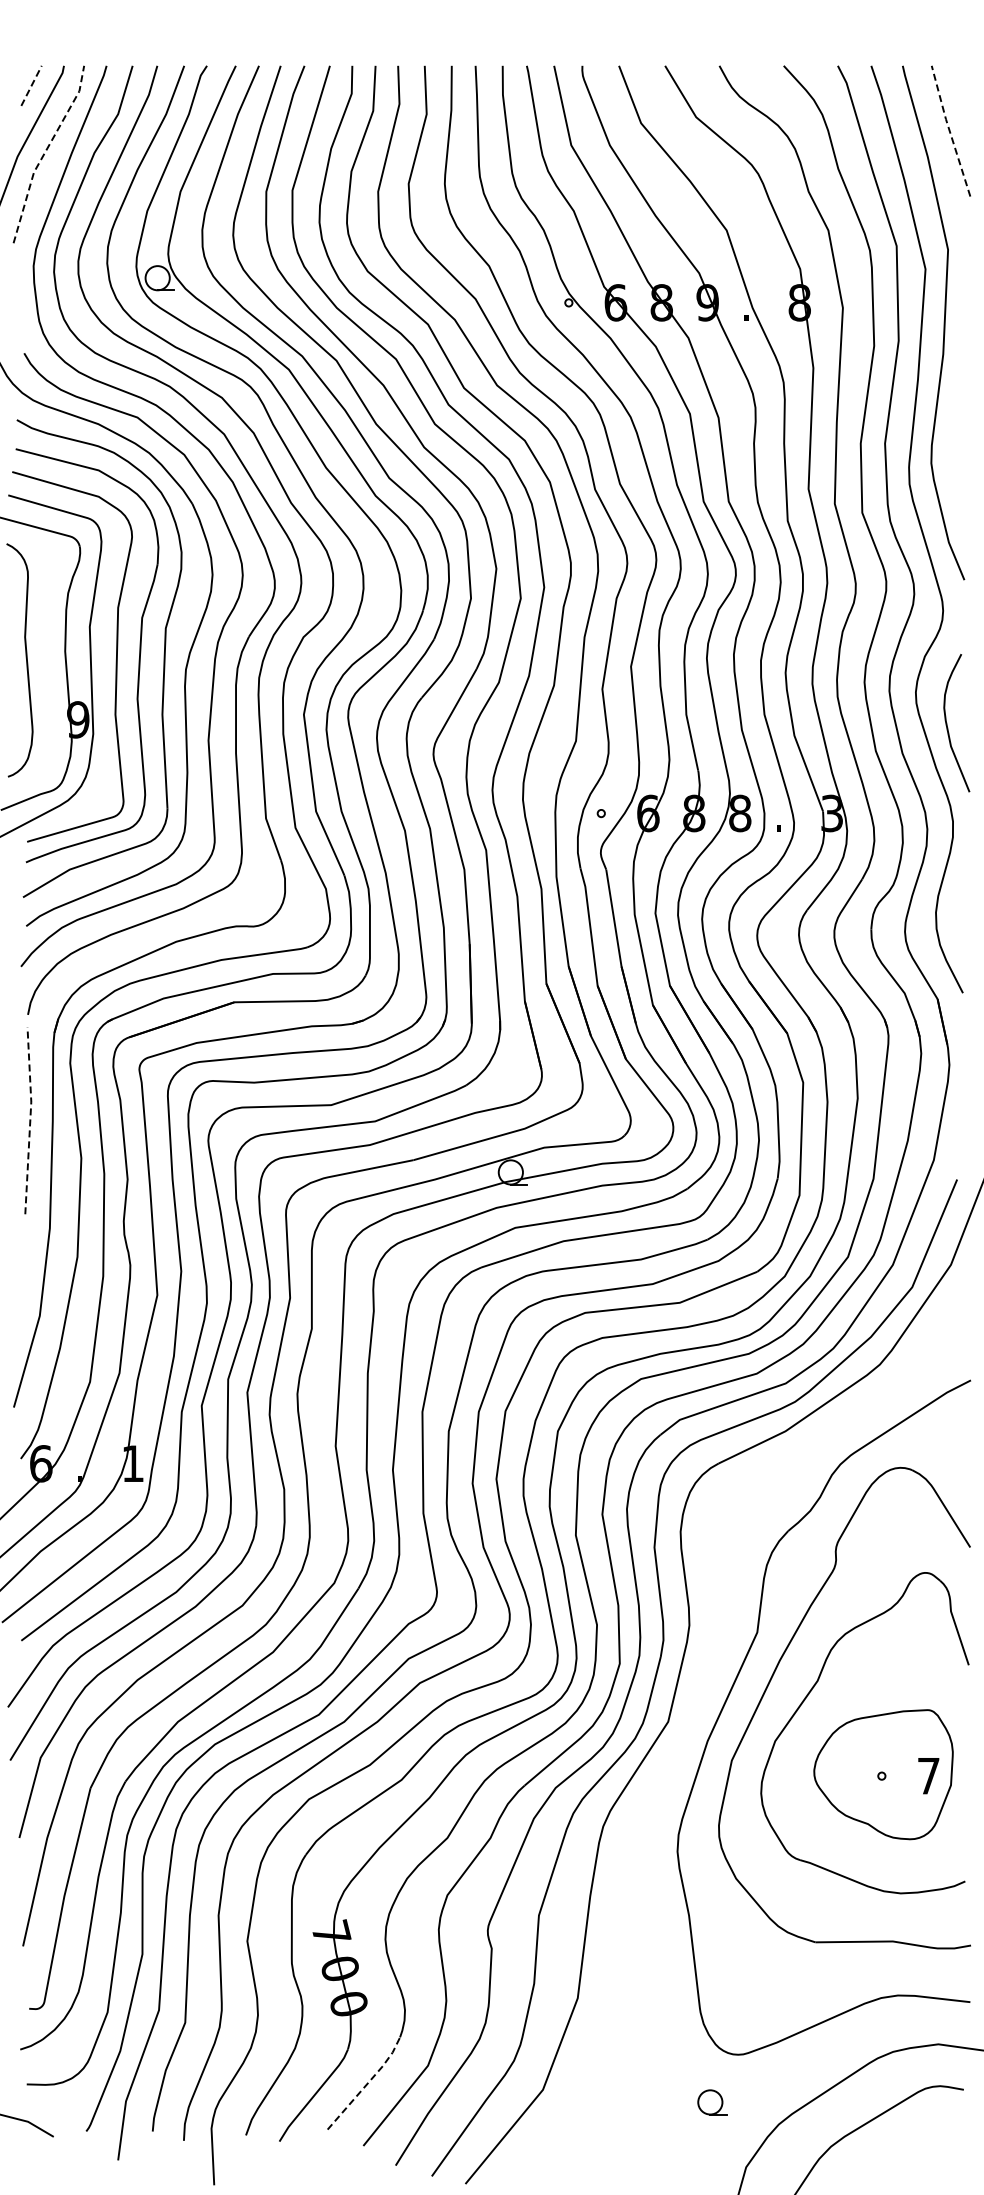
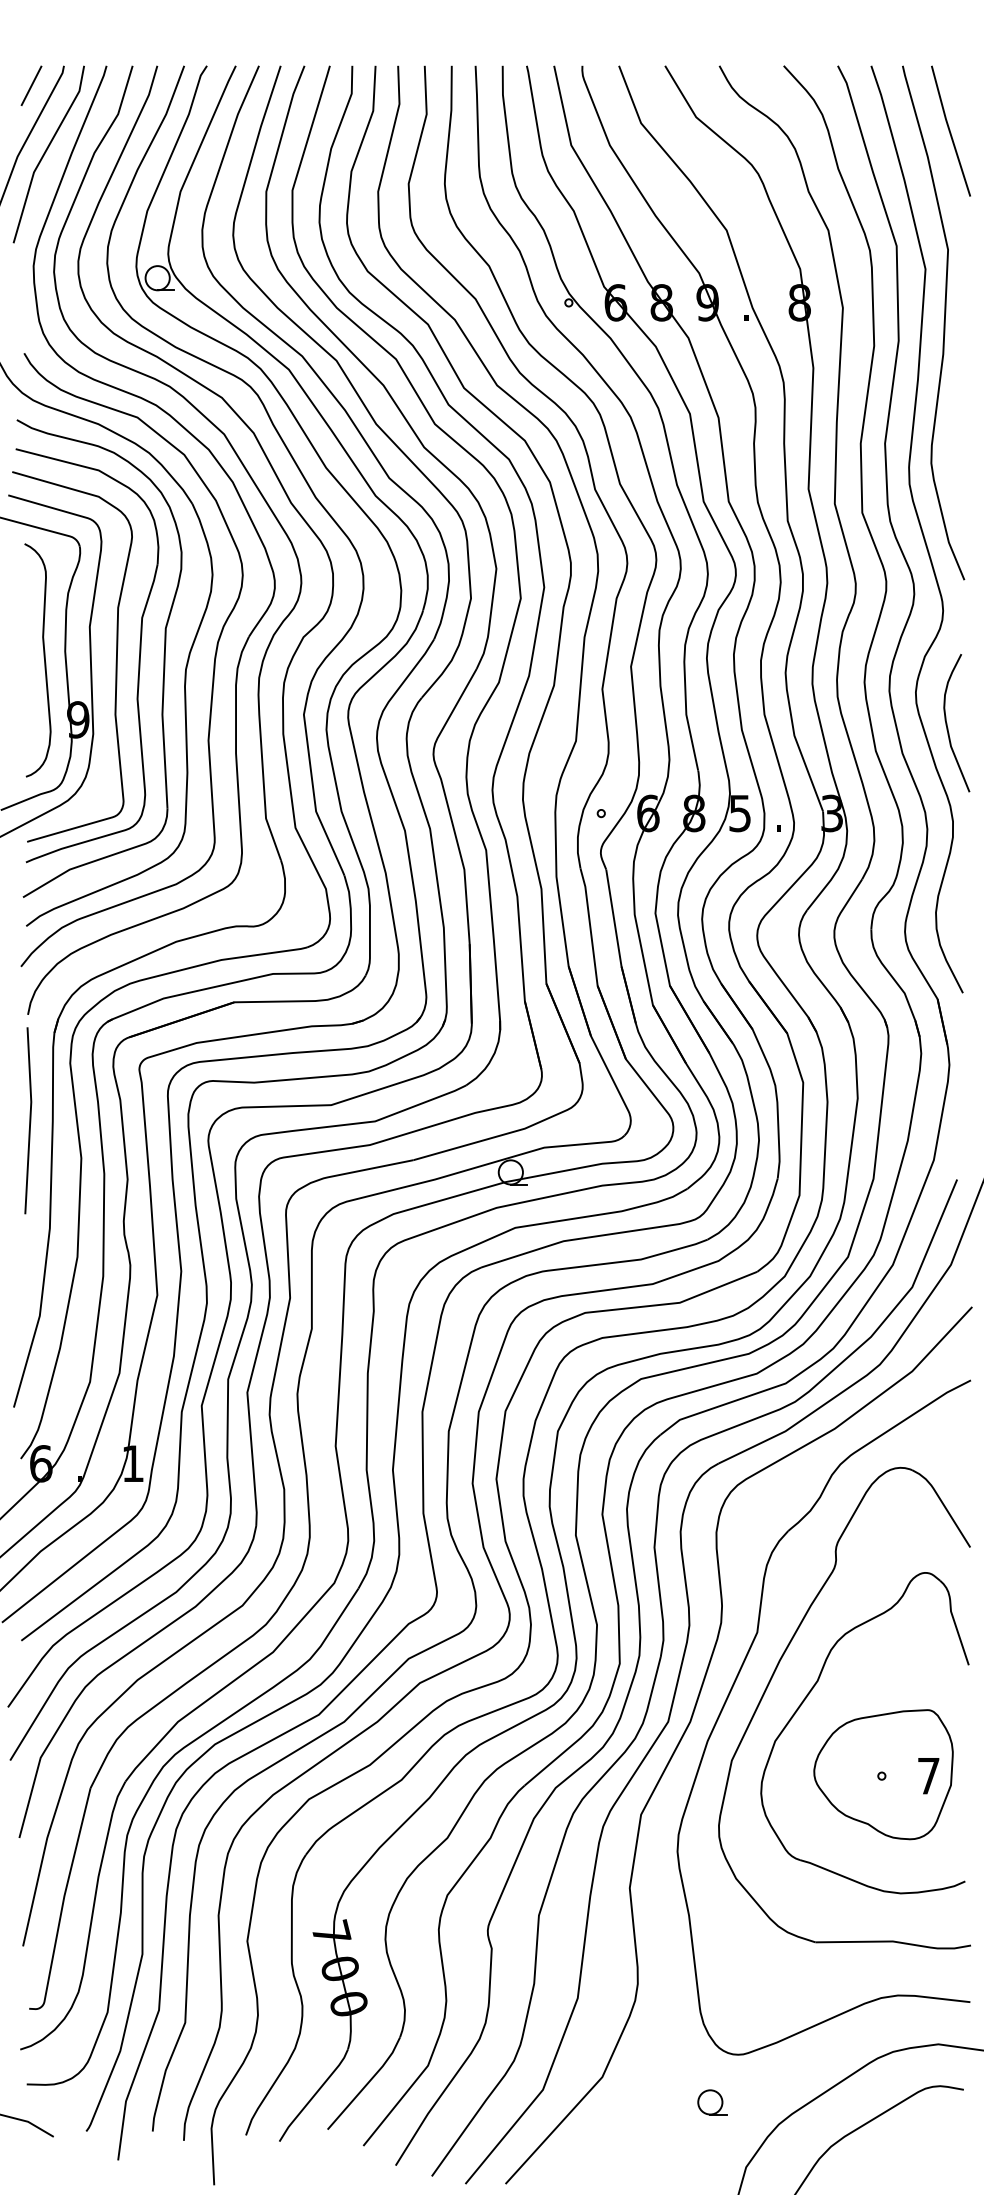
line at (31, 85): dashed -> solid
line at (949, 130): dashed -> solid
line at (45, 152): dashed -> solid
curve at (25, 657) position: (25, 657) -> (43, 657)
text at (740, 813): 8 -> 5
line at (30, 1119): dashed -> solid
curve at (691, 1721): none -> present
line at (367, 2084): dashed -> solid
